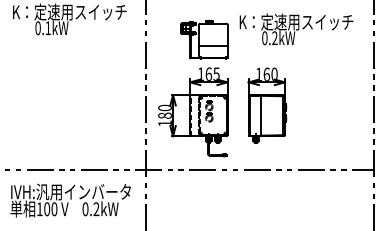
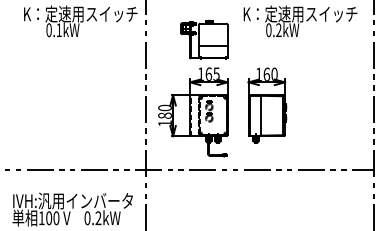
text at (69, 19) position: (69, 19) -> (80, 21)
text at (296, 29) position: (296, 29) -> (300, 21)
text at (70, 200) position: (70, 200) -> (72, 209)
